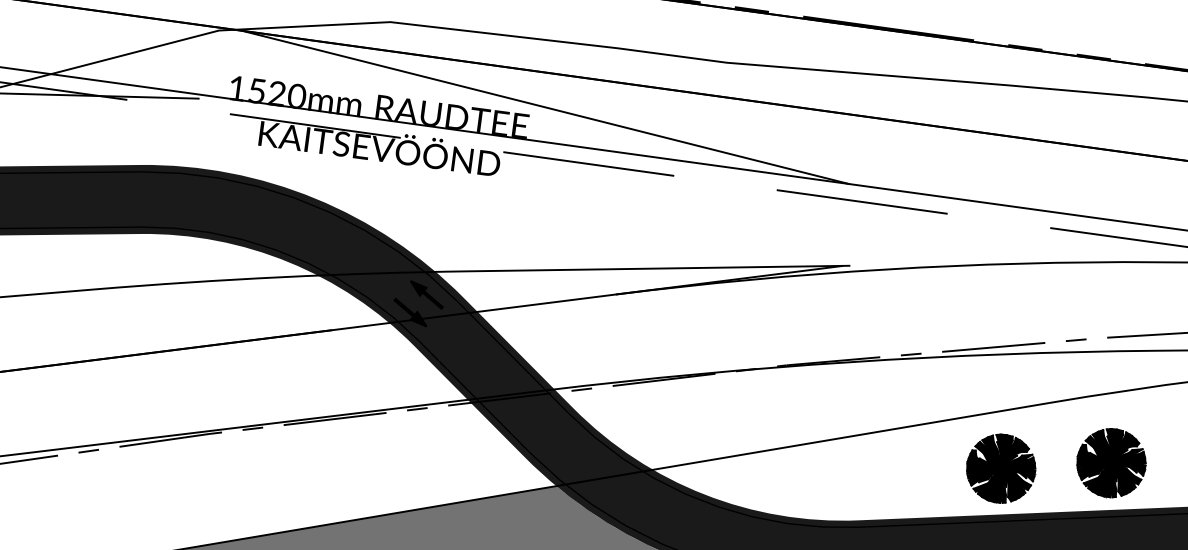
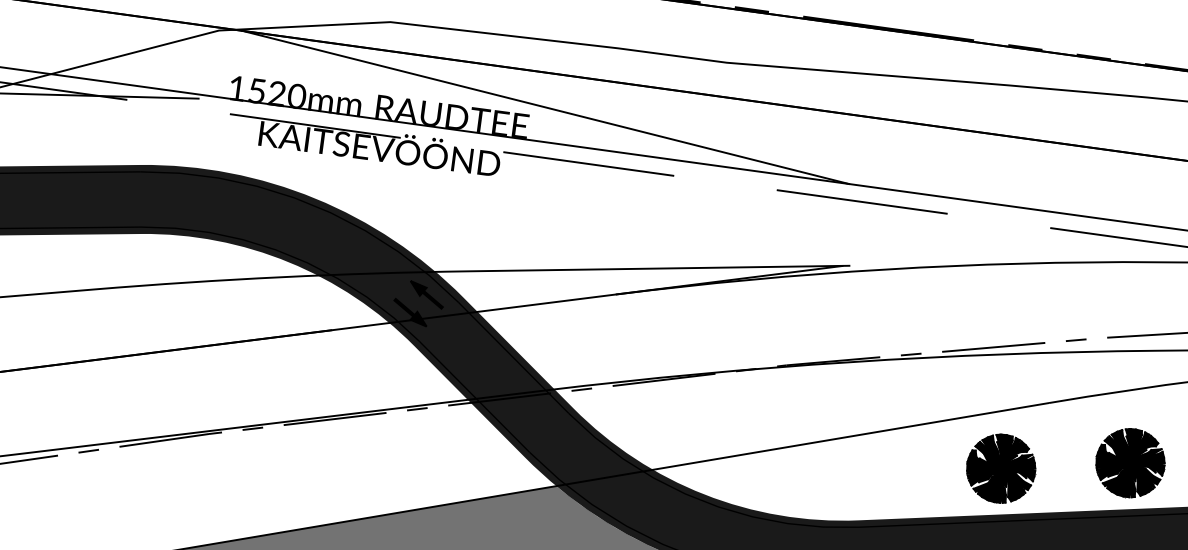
part at (1111, 463) position: (1111, 463) -> (1130, 463)
